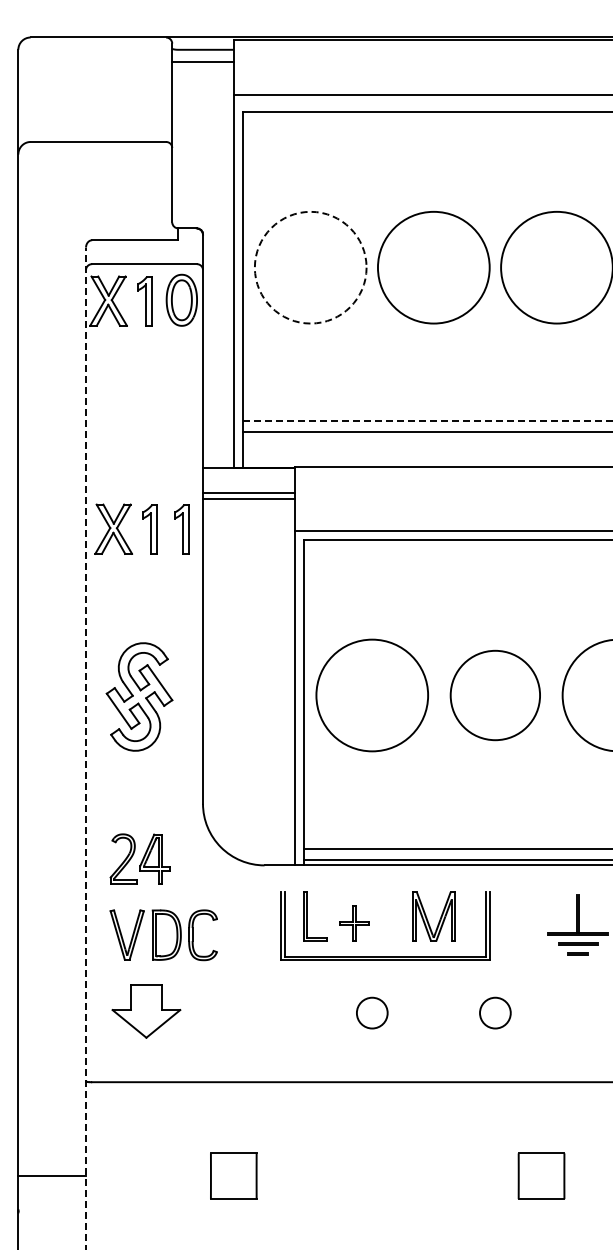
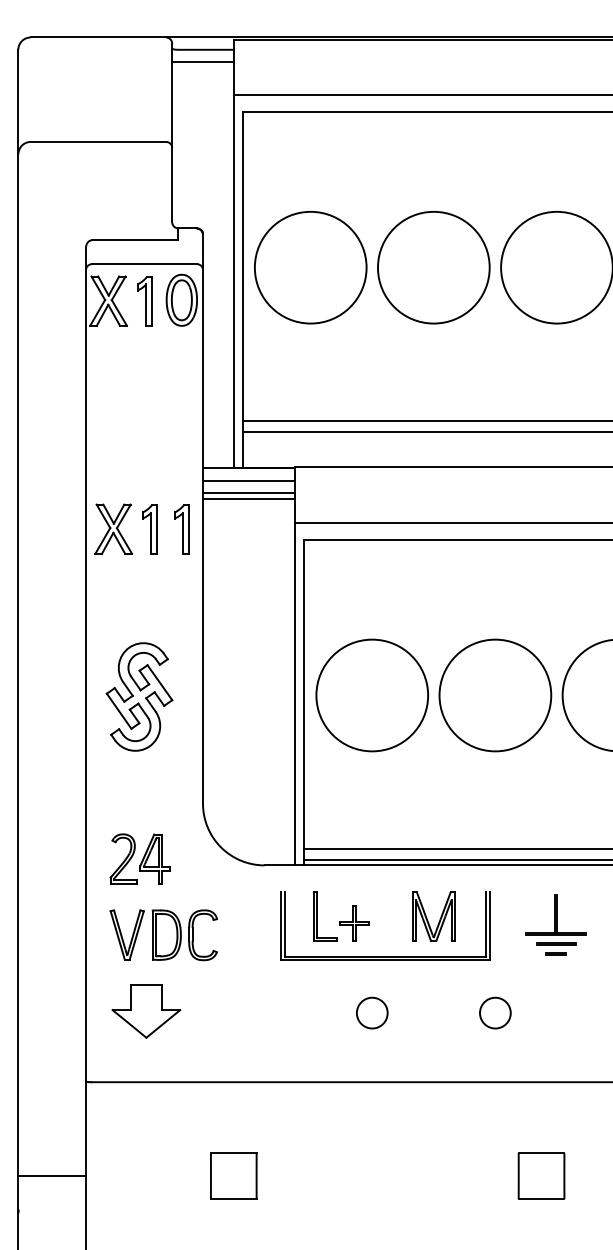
circle at (310, 267): dashed -> solid
line at (427, 420): dashed -> solid
line at (249, 480): none -> present
line at (452, 531) position: (452, 531) -> (452, 523)
circle at (495, 695) diameter: 89 px -> 112 px
line at (86, 748): dashed -> solid
part at (307, 916) position: (307, 916) -> (317, 916)
part at (577, 924) position: (577, 924) -> (555, 924)
